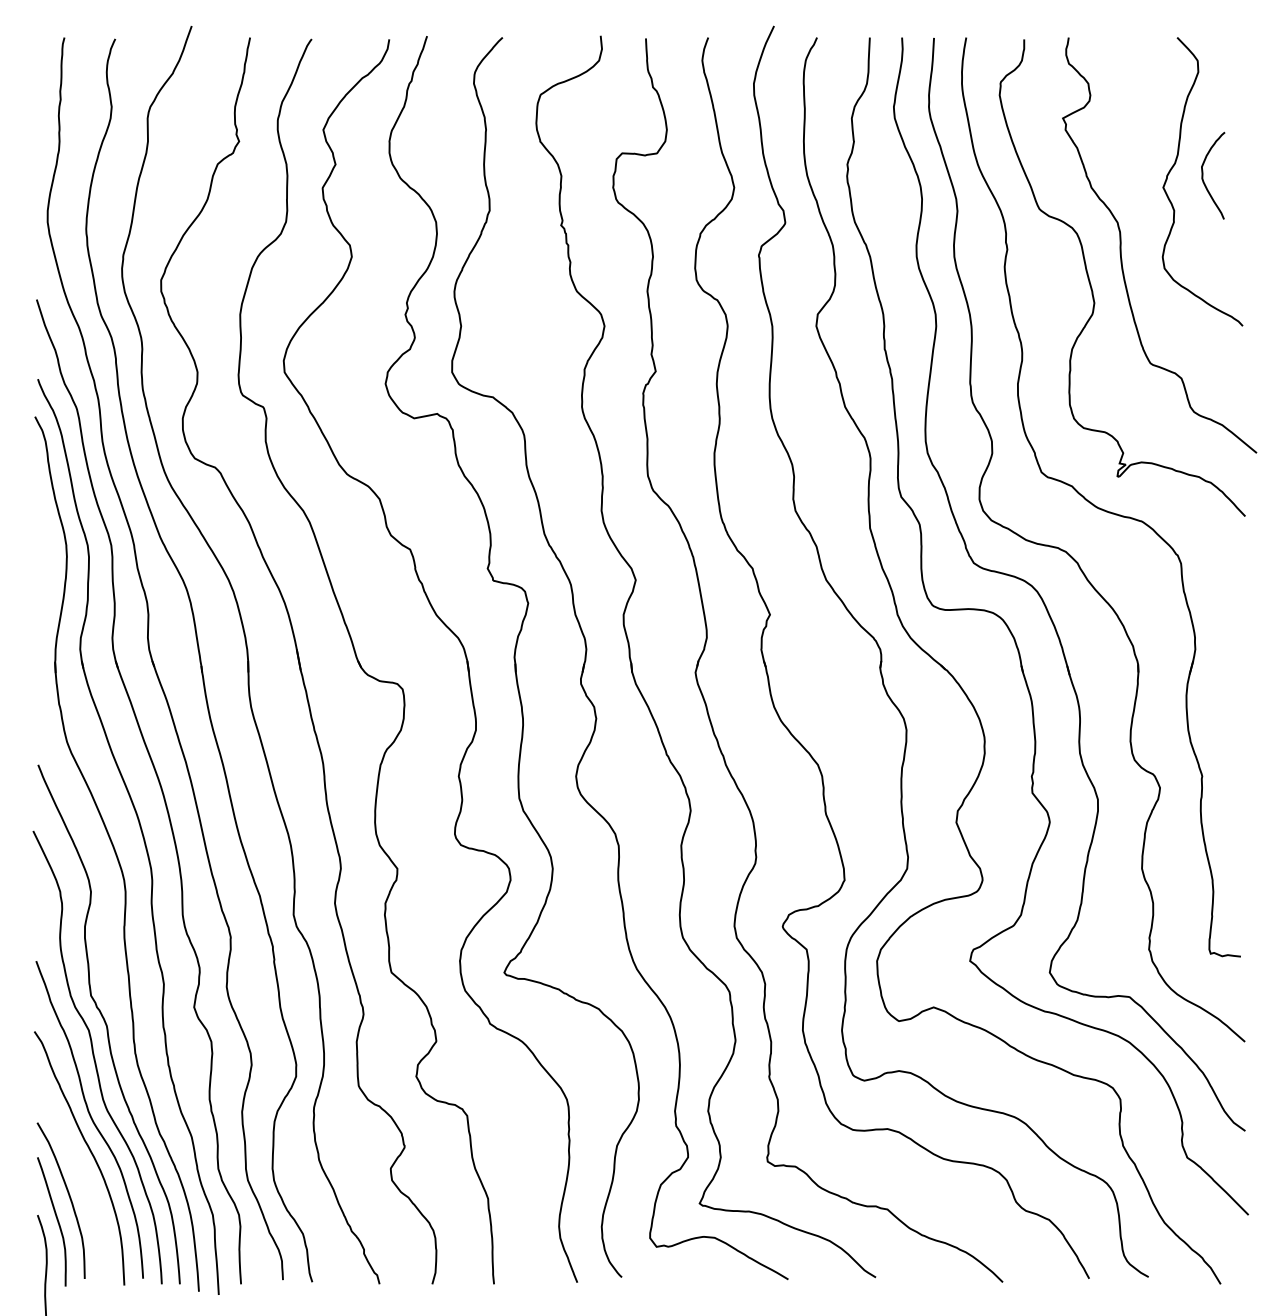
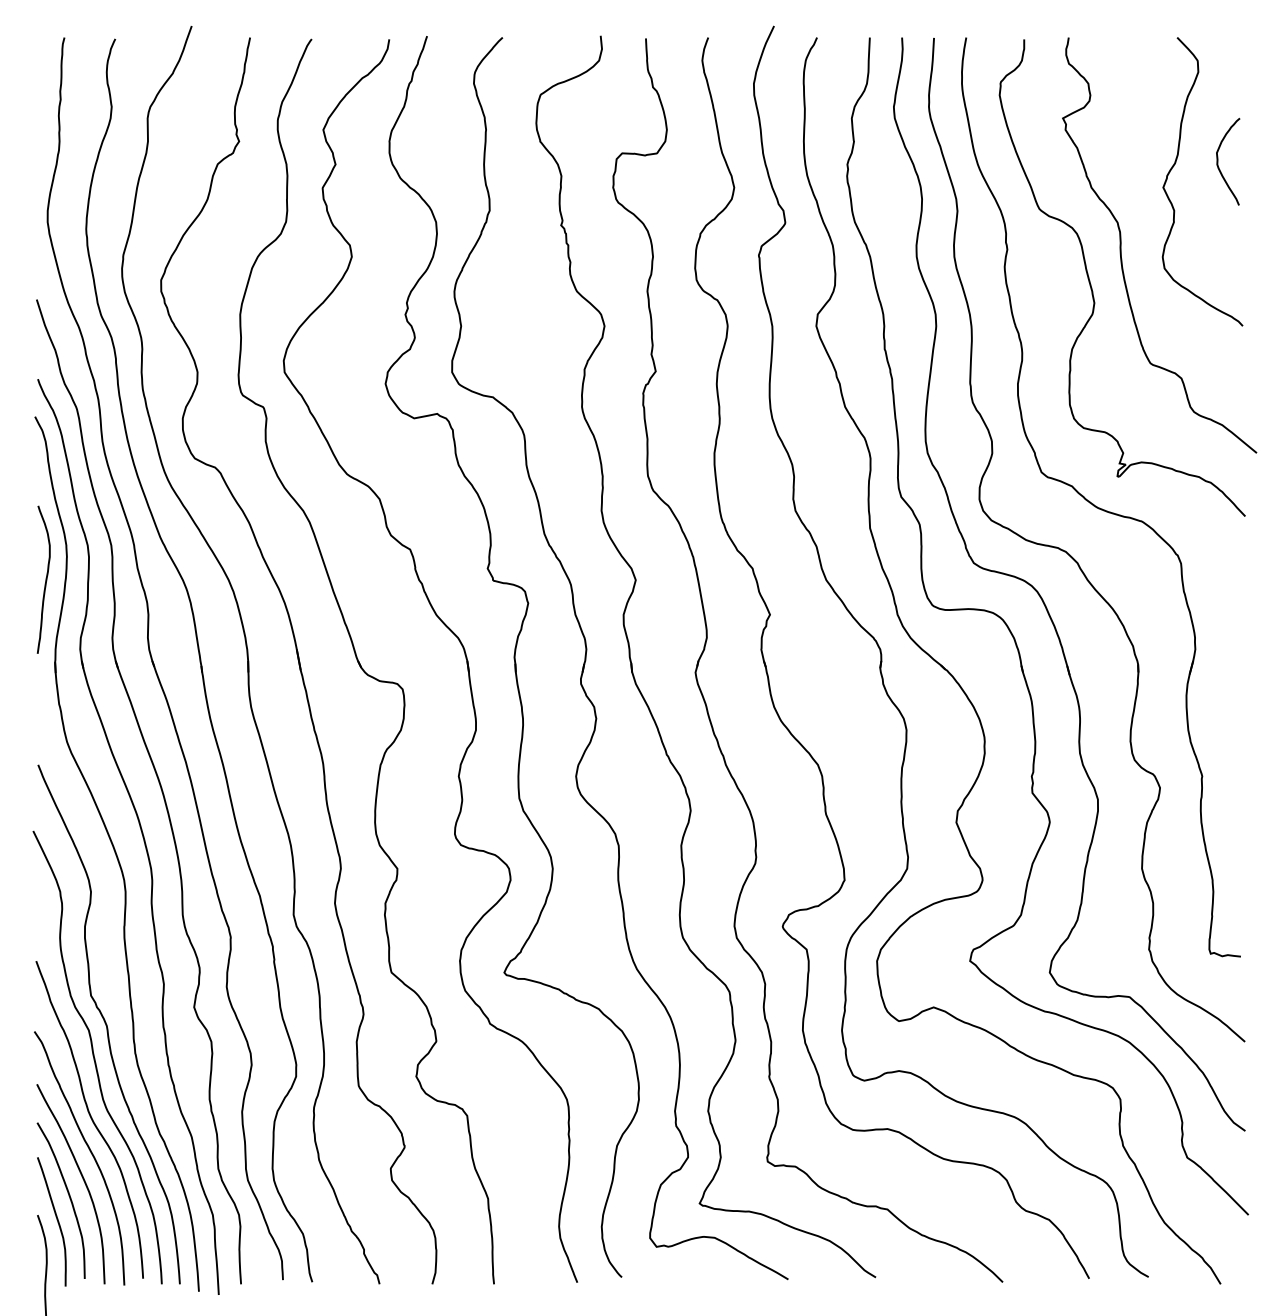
curve at (1203, 175) position: (1203, 175) -> (1218, 161)
curve at (45, 579): none -> present
curve at (82, 1179): none -> present
